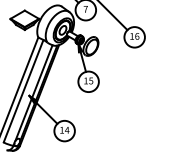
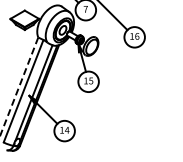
line at (19, 86): solid -> dashed
